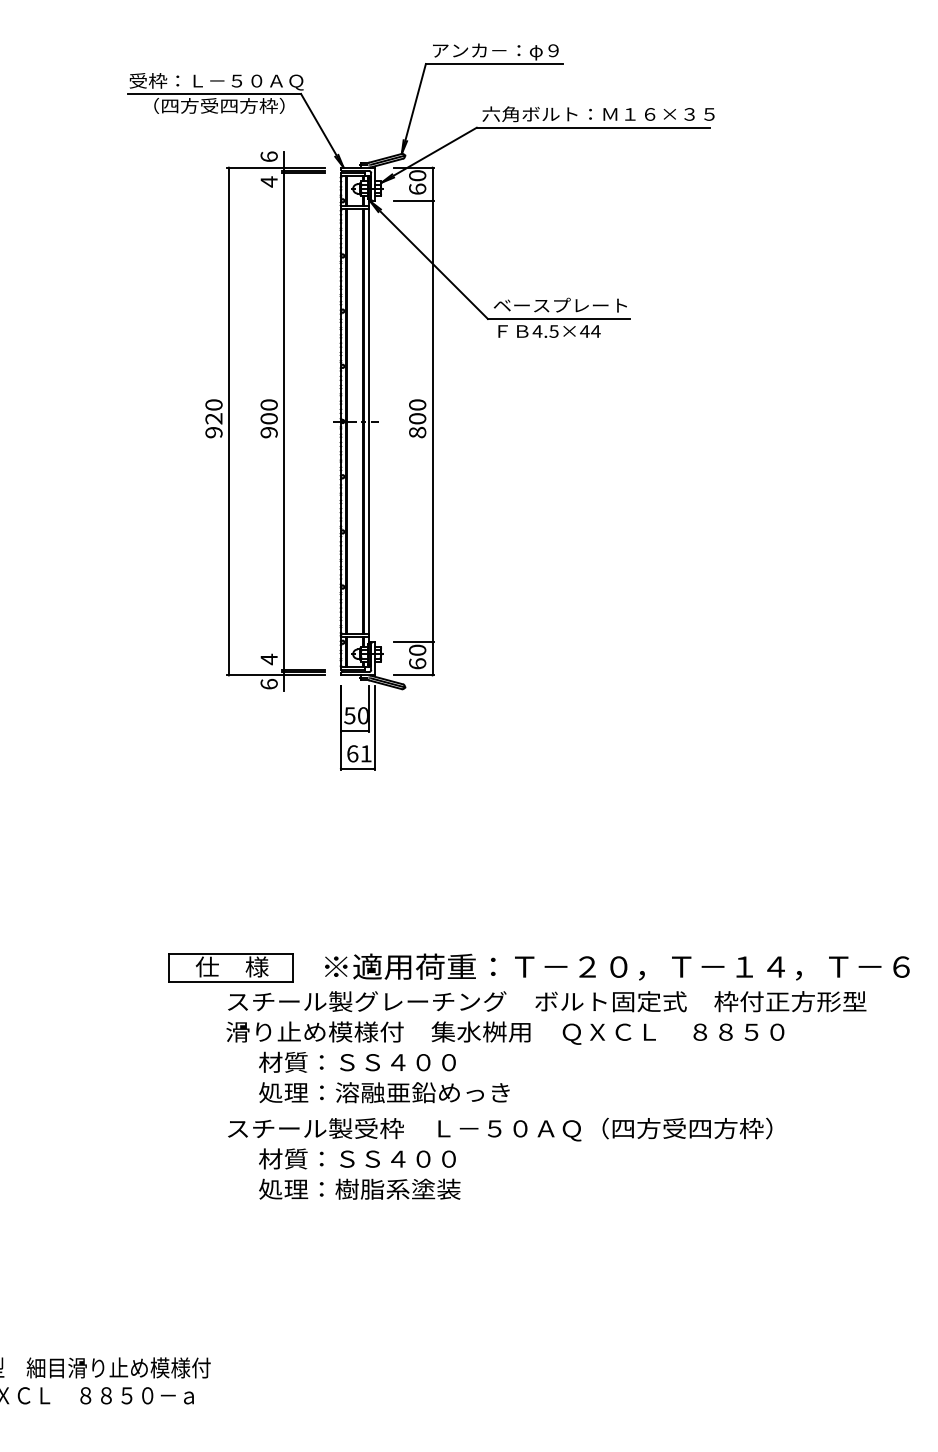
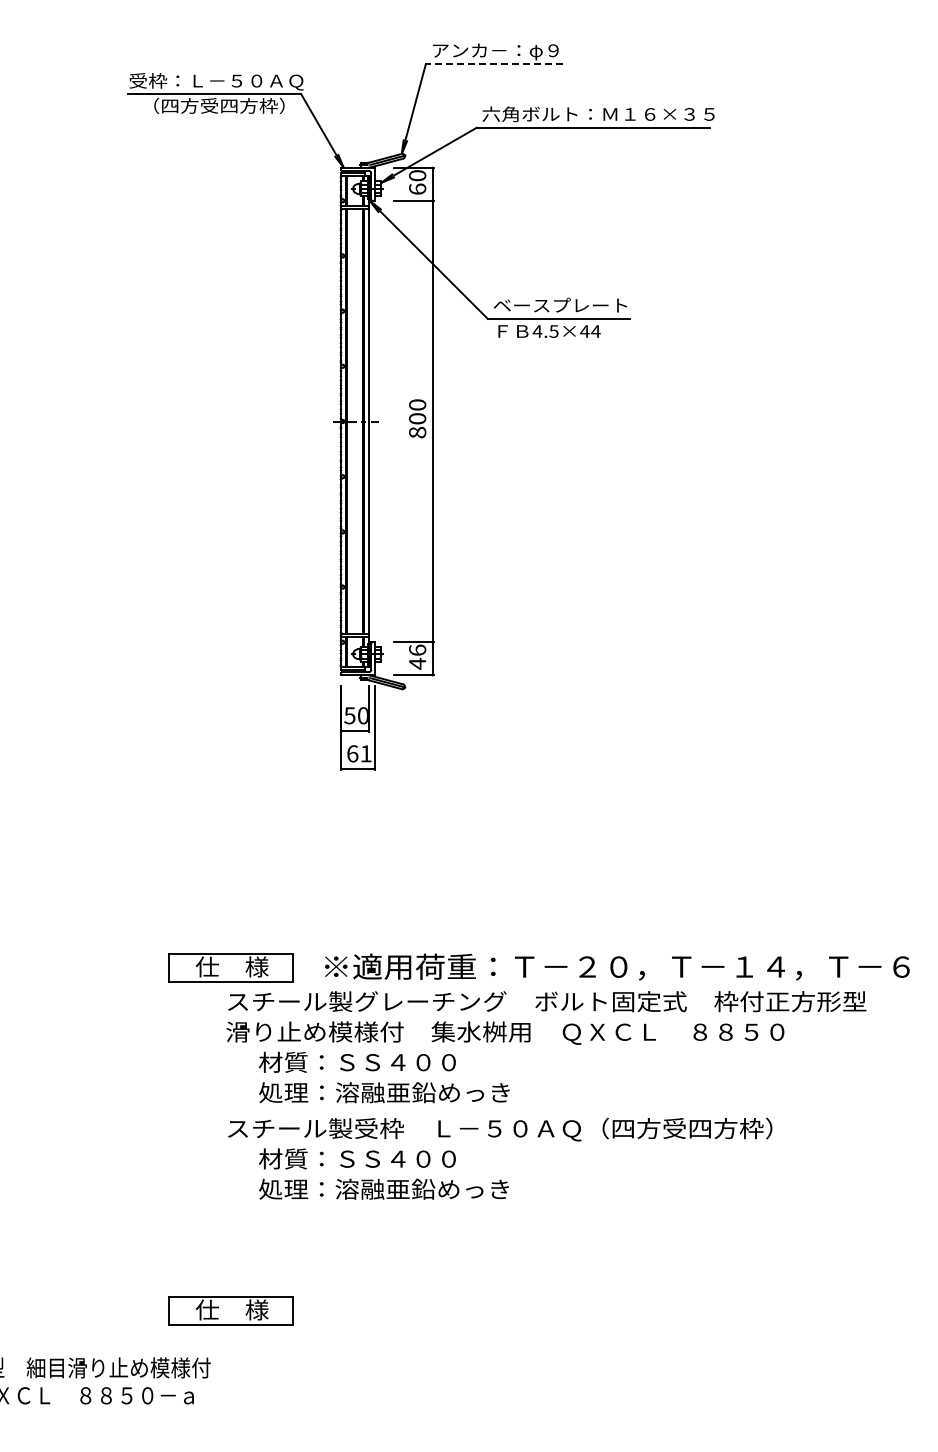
line at (494, 64): solid -> dashed
part at (265, 421): present -> none
text at (417, 657): 60 -> 46
text at (421, 1188): 処理：樹脂系塗装 -> 処理：溶融亜鉛めっき
part at (230, 1310): none -> present
